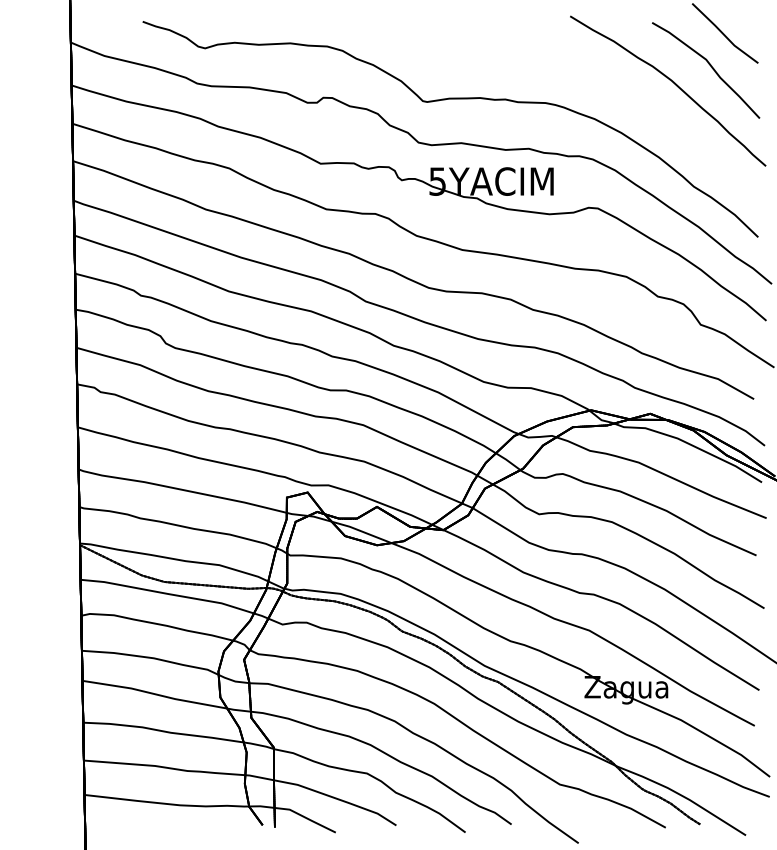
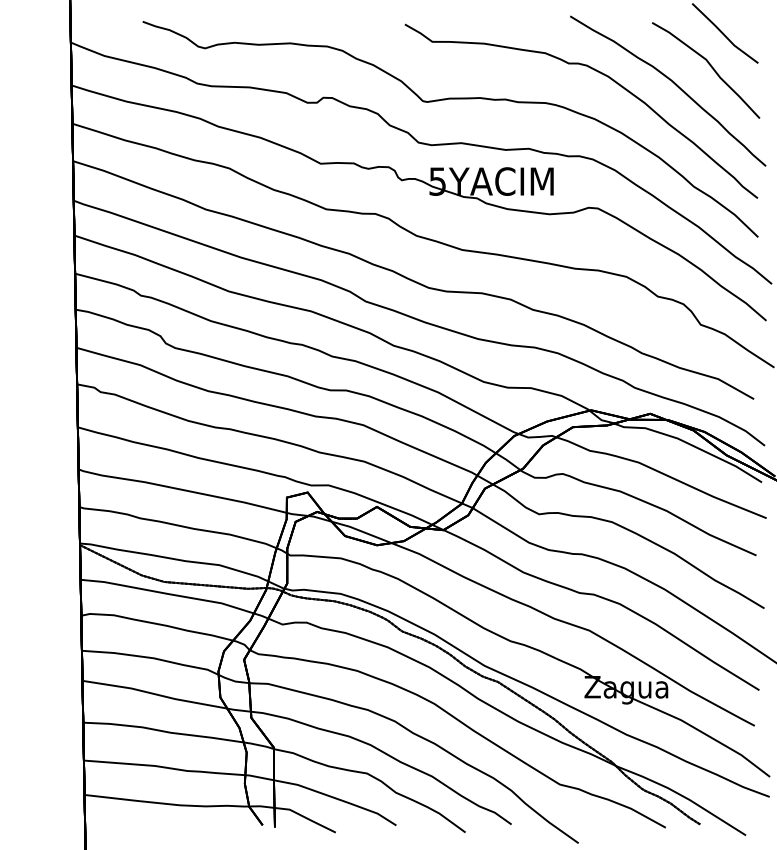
part at (599, 73): none -> present
